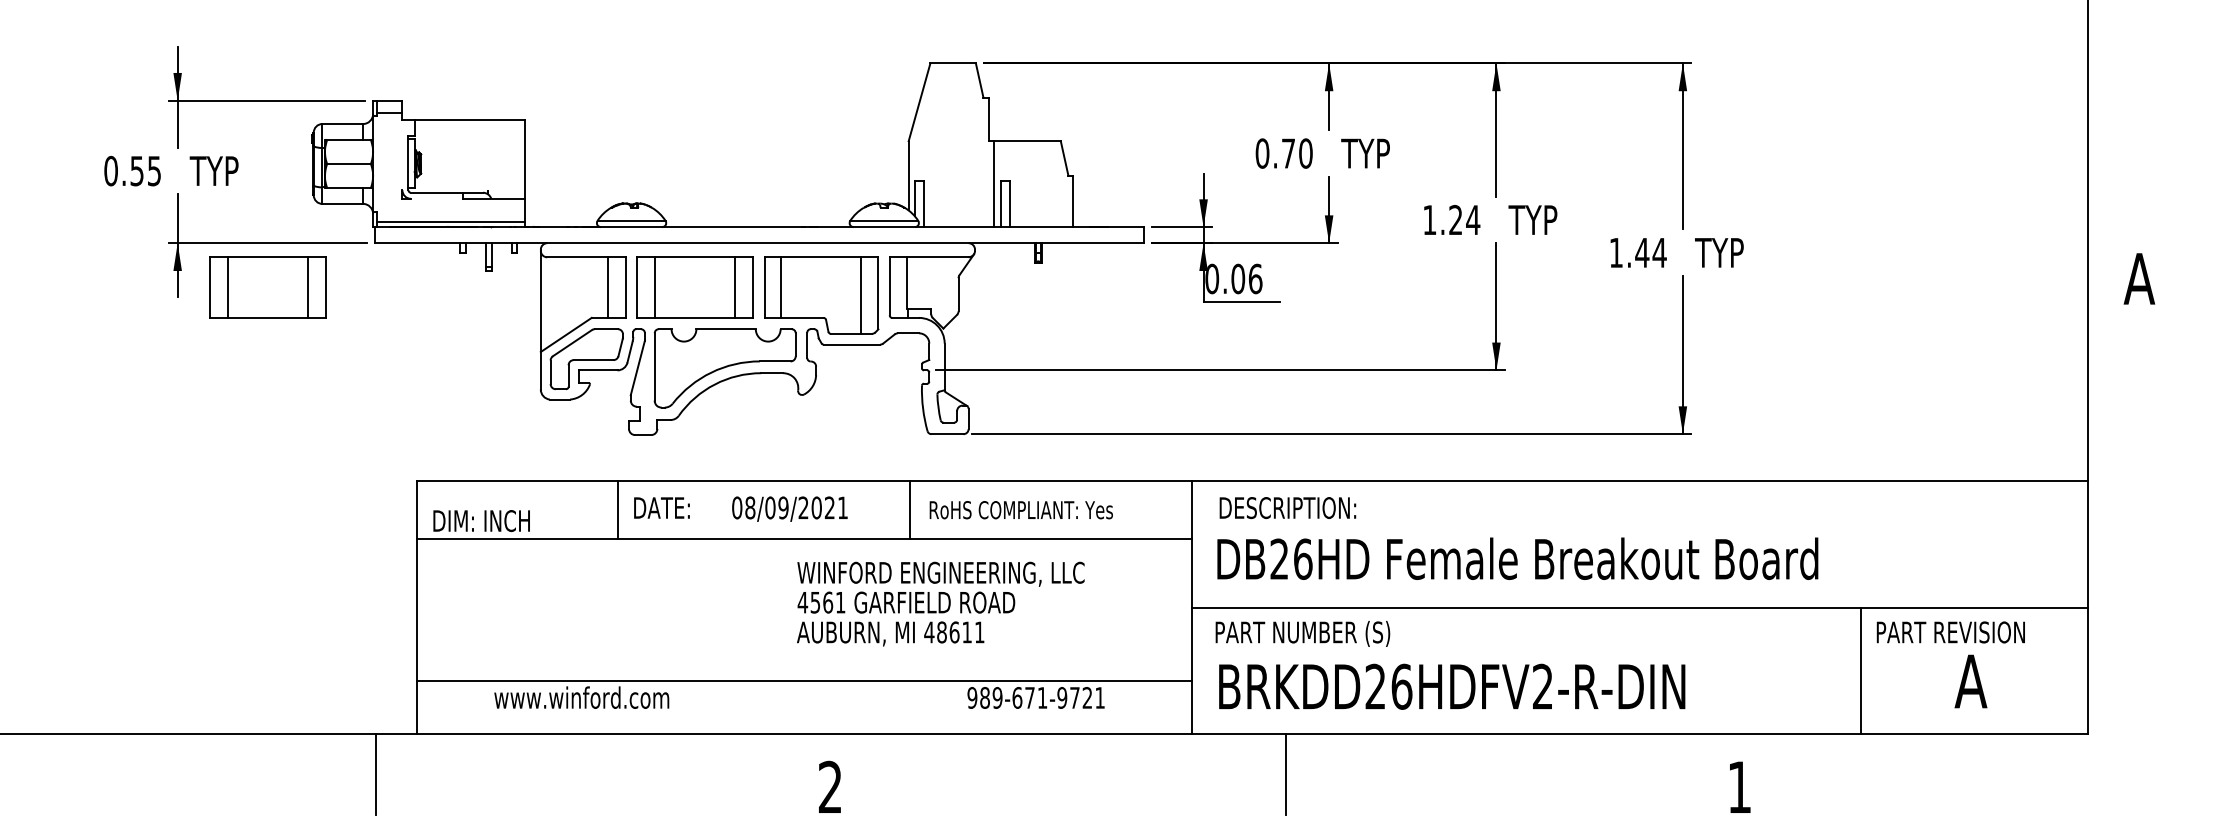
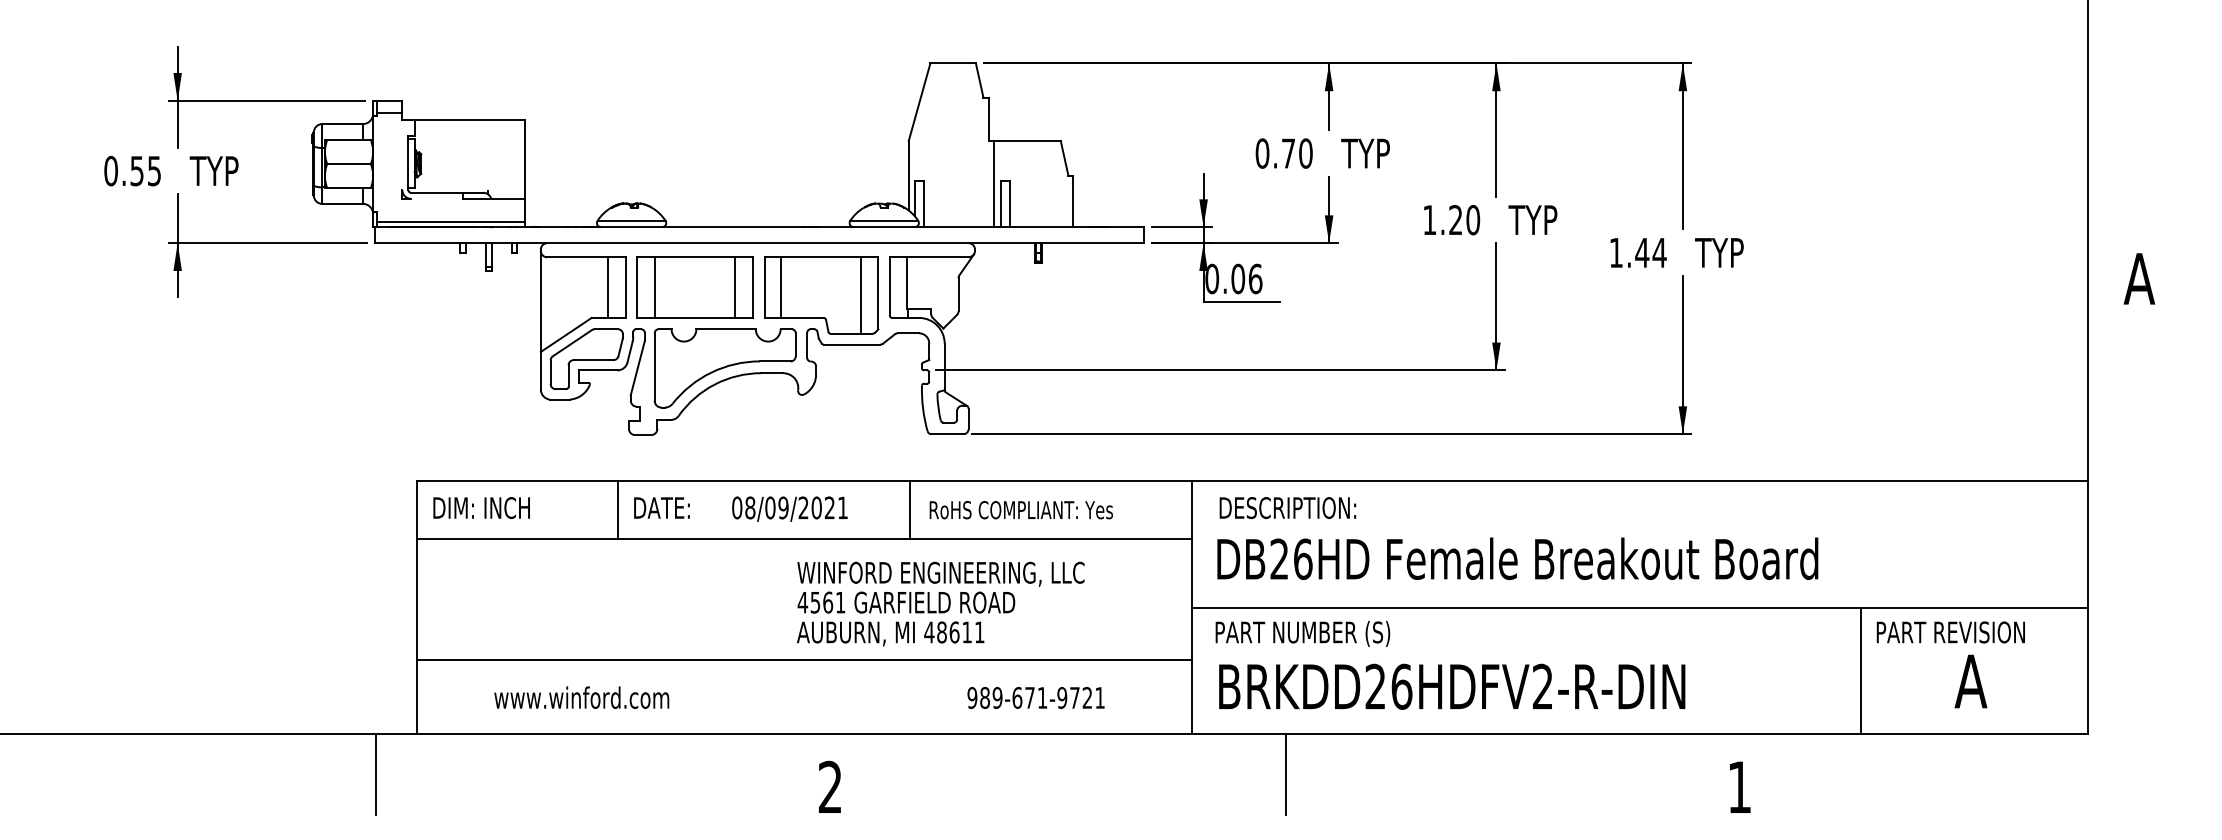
text at (1473, 219): 1.24 -> 1.20
part at (267, 287): present -> none
text at (481, 521) position: (481, 521) -> (481, 508)
line at (804, 680) position: (804, 680) -> (804, 659)
